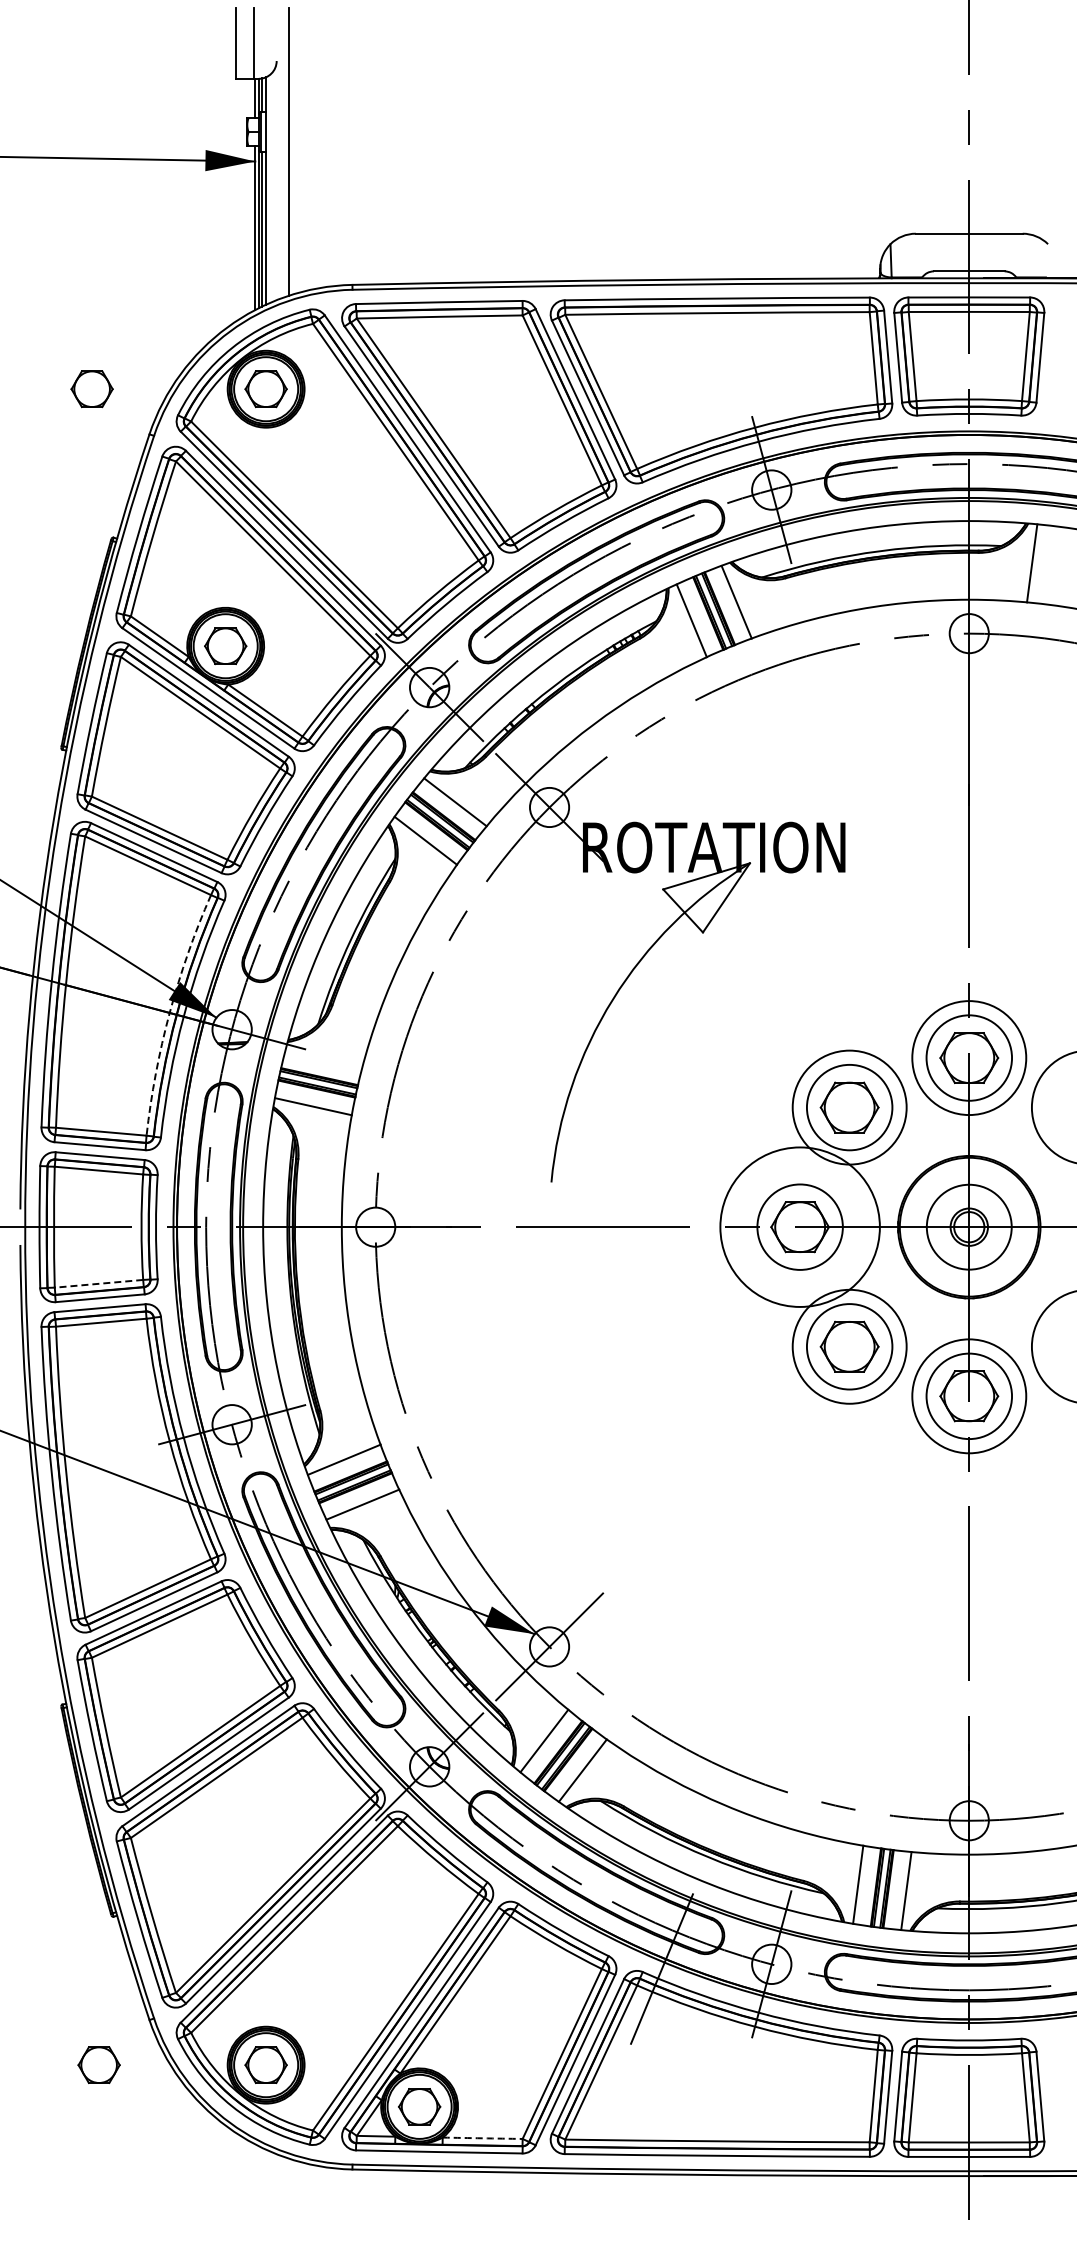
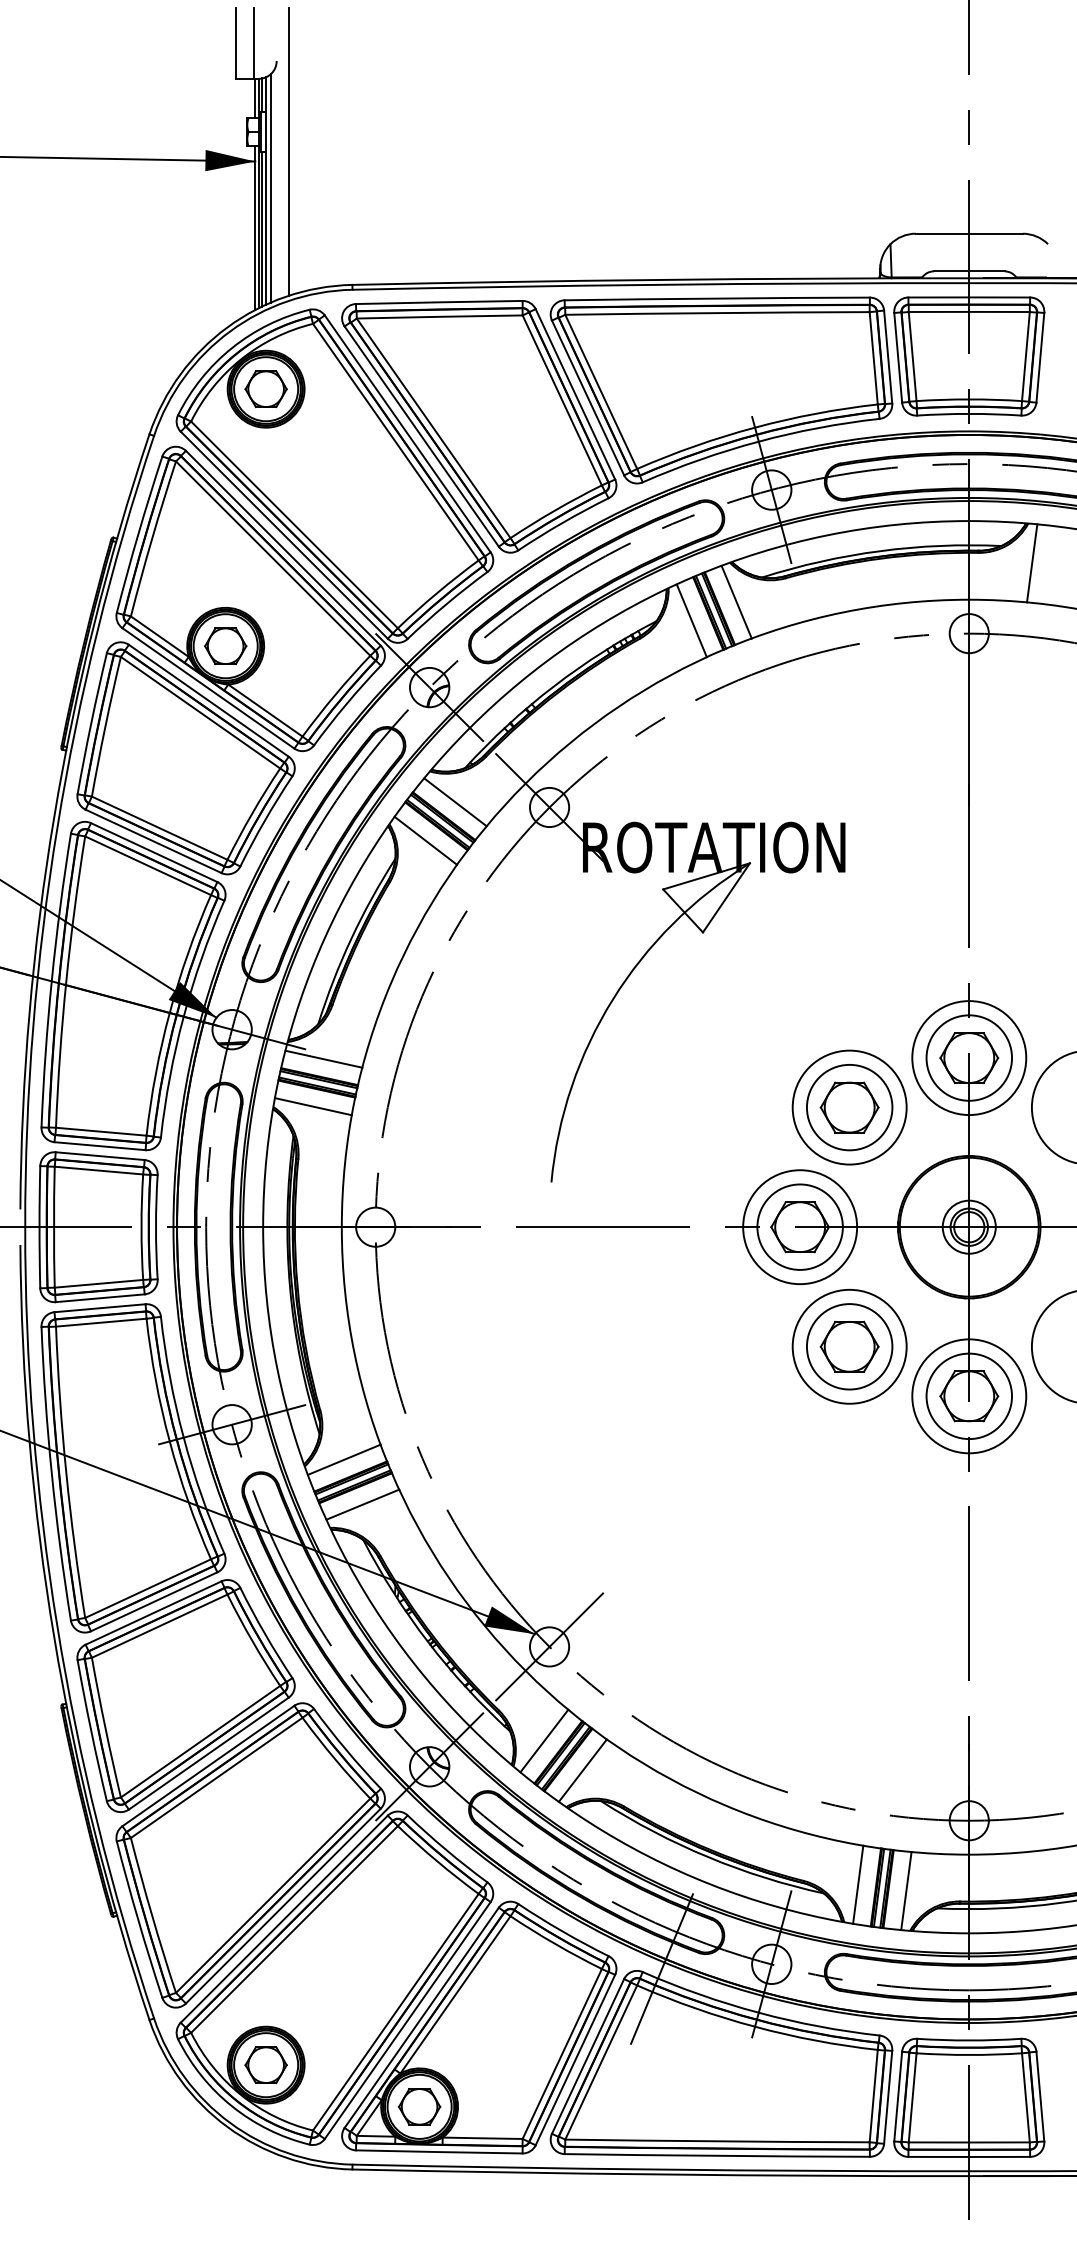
line at (271, 187): none -> present
part at (91, 389): present -> none
arc at (169, 1012): dashed -> solid
line at (323, 1058): none -> present
circle at (799, 1226) diameter: 160 px -> 114 px
circle at (968, 1226) diameter: 85 px -> 53 px
line at (98, 1283): dashed -> solid
part at (98, 2064): present -> none
arc at (482, 2138): dashed -> solid
